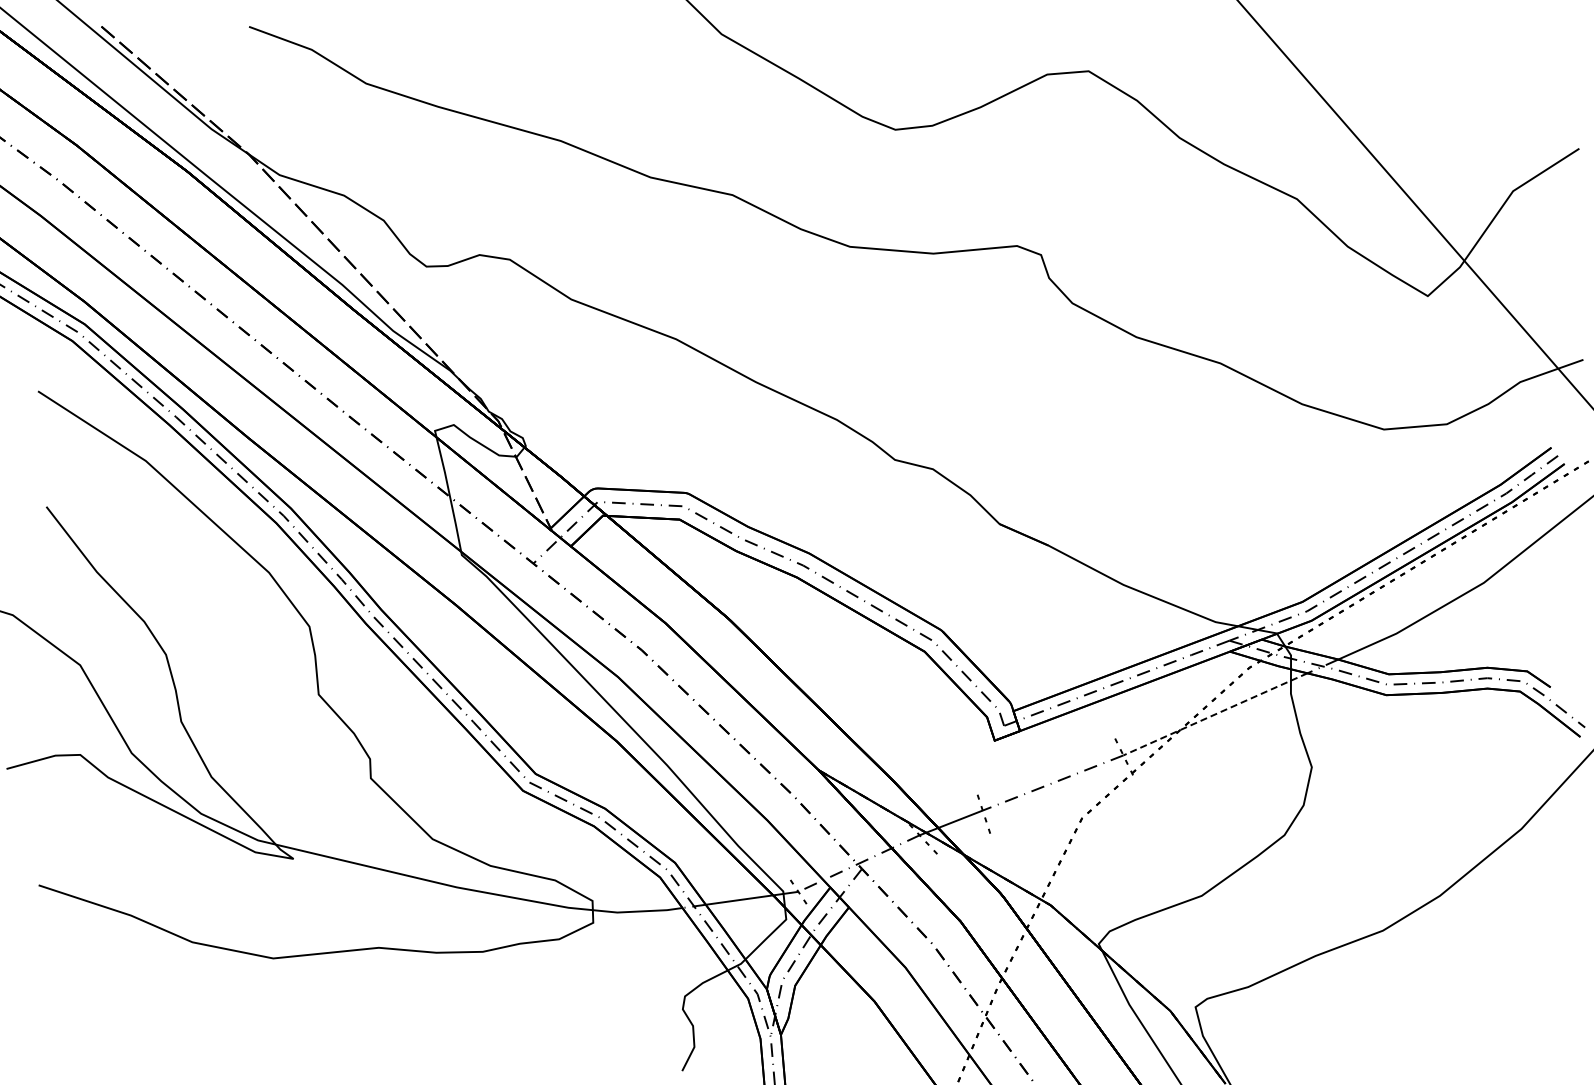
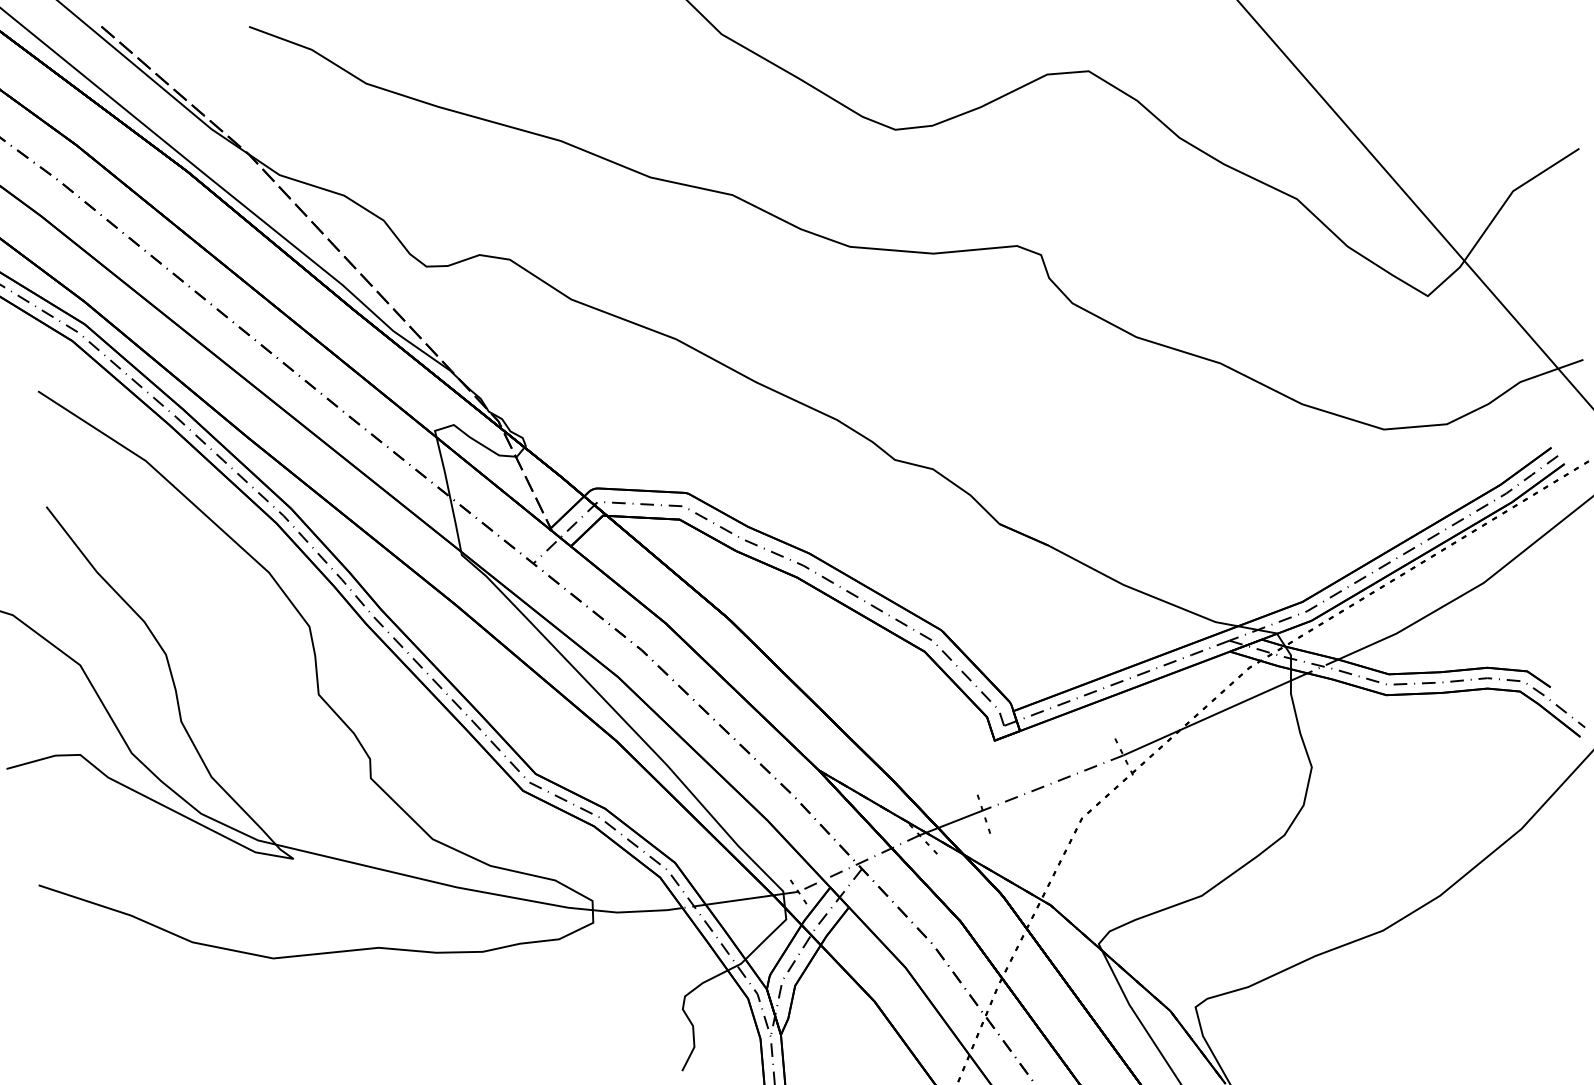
line at (1215, 714): dashed -> solid
